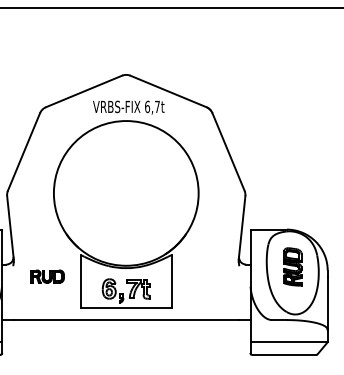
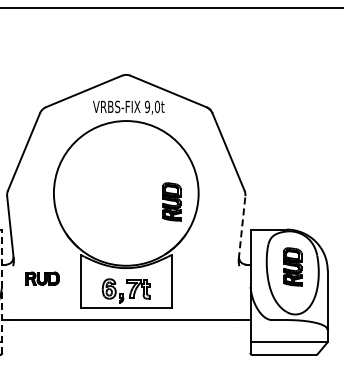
text at (152, 106): 6,7t -> 9,0t
part at (171, 201): none -> present
line at (242, 227): solid -> dashed
part at (47, 276) position: (47, 276) -> (42, 278)
line at (2, 291): solid -> dashed
